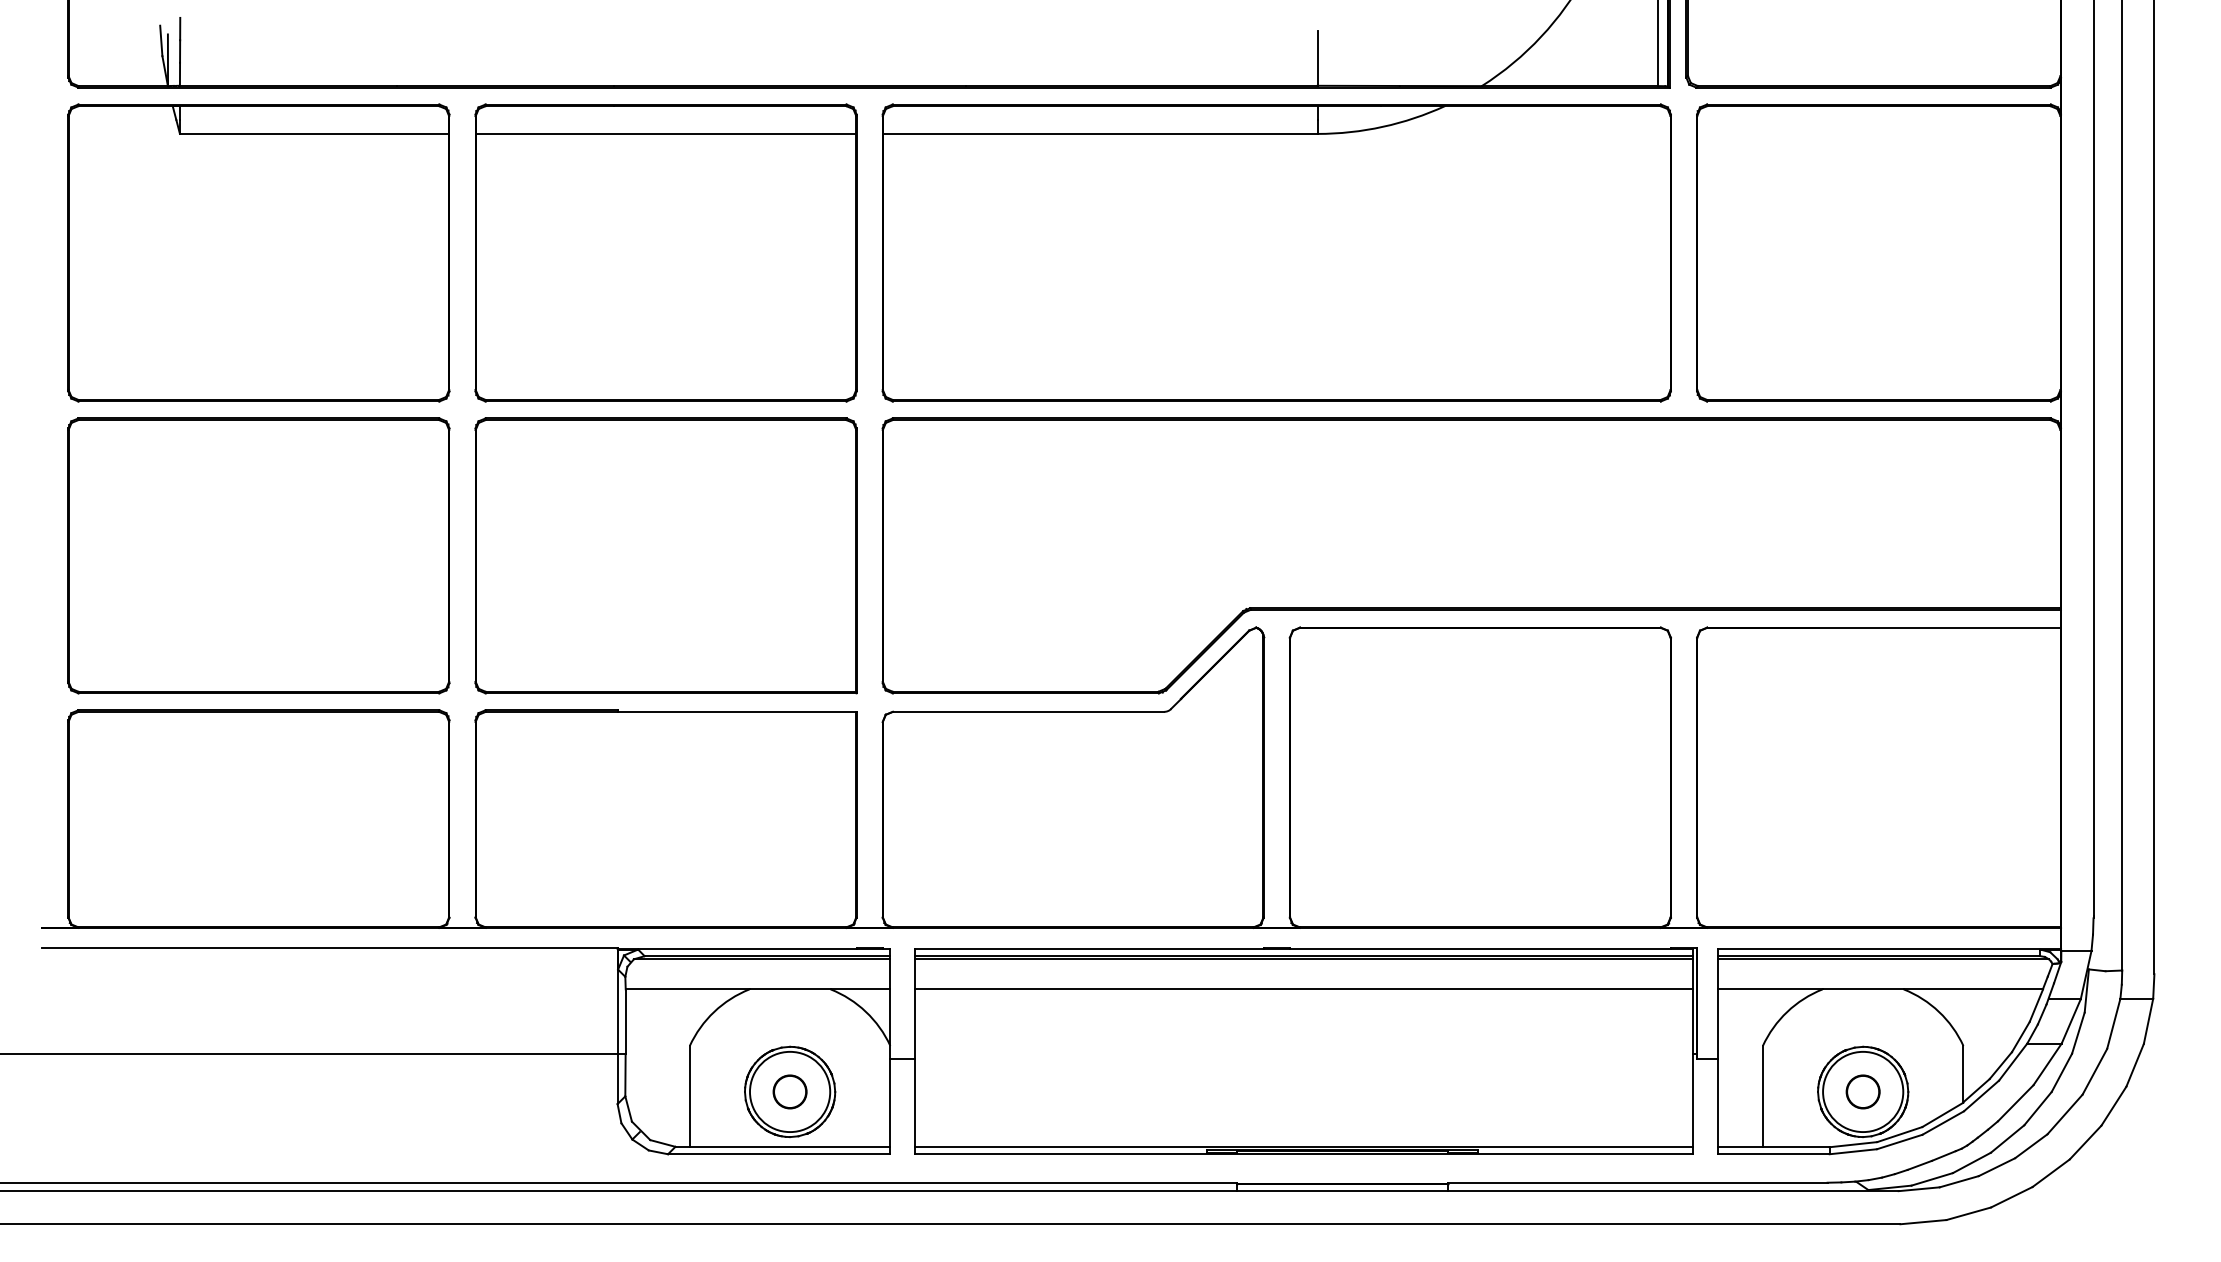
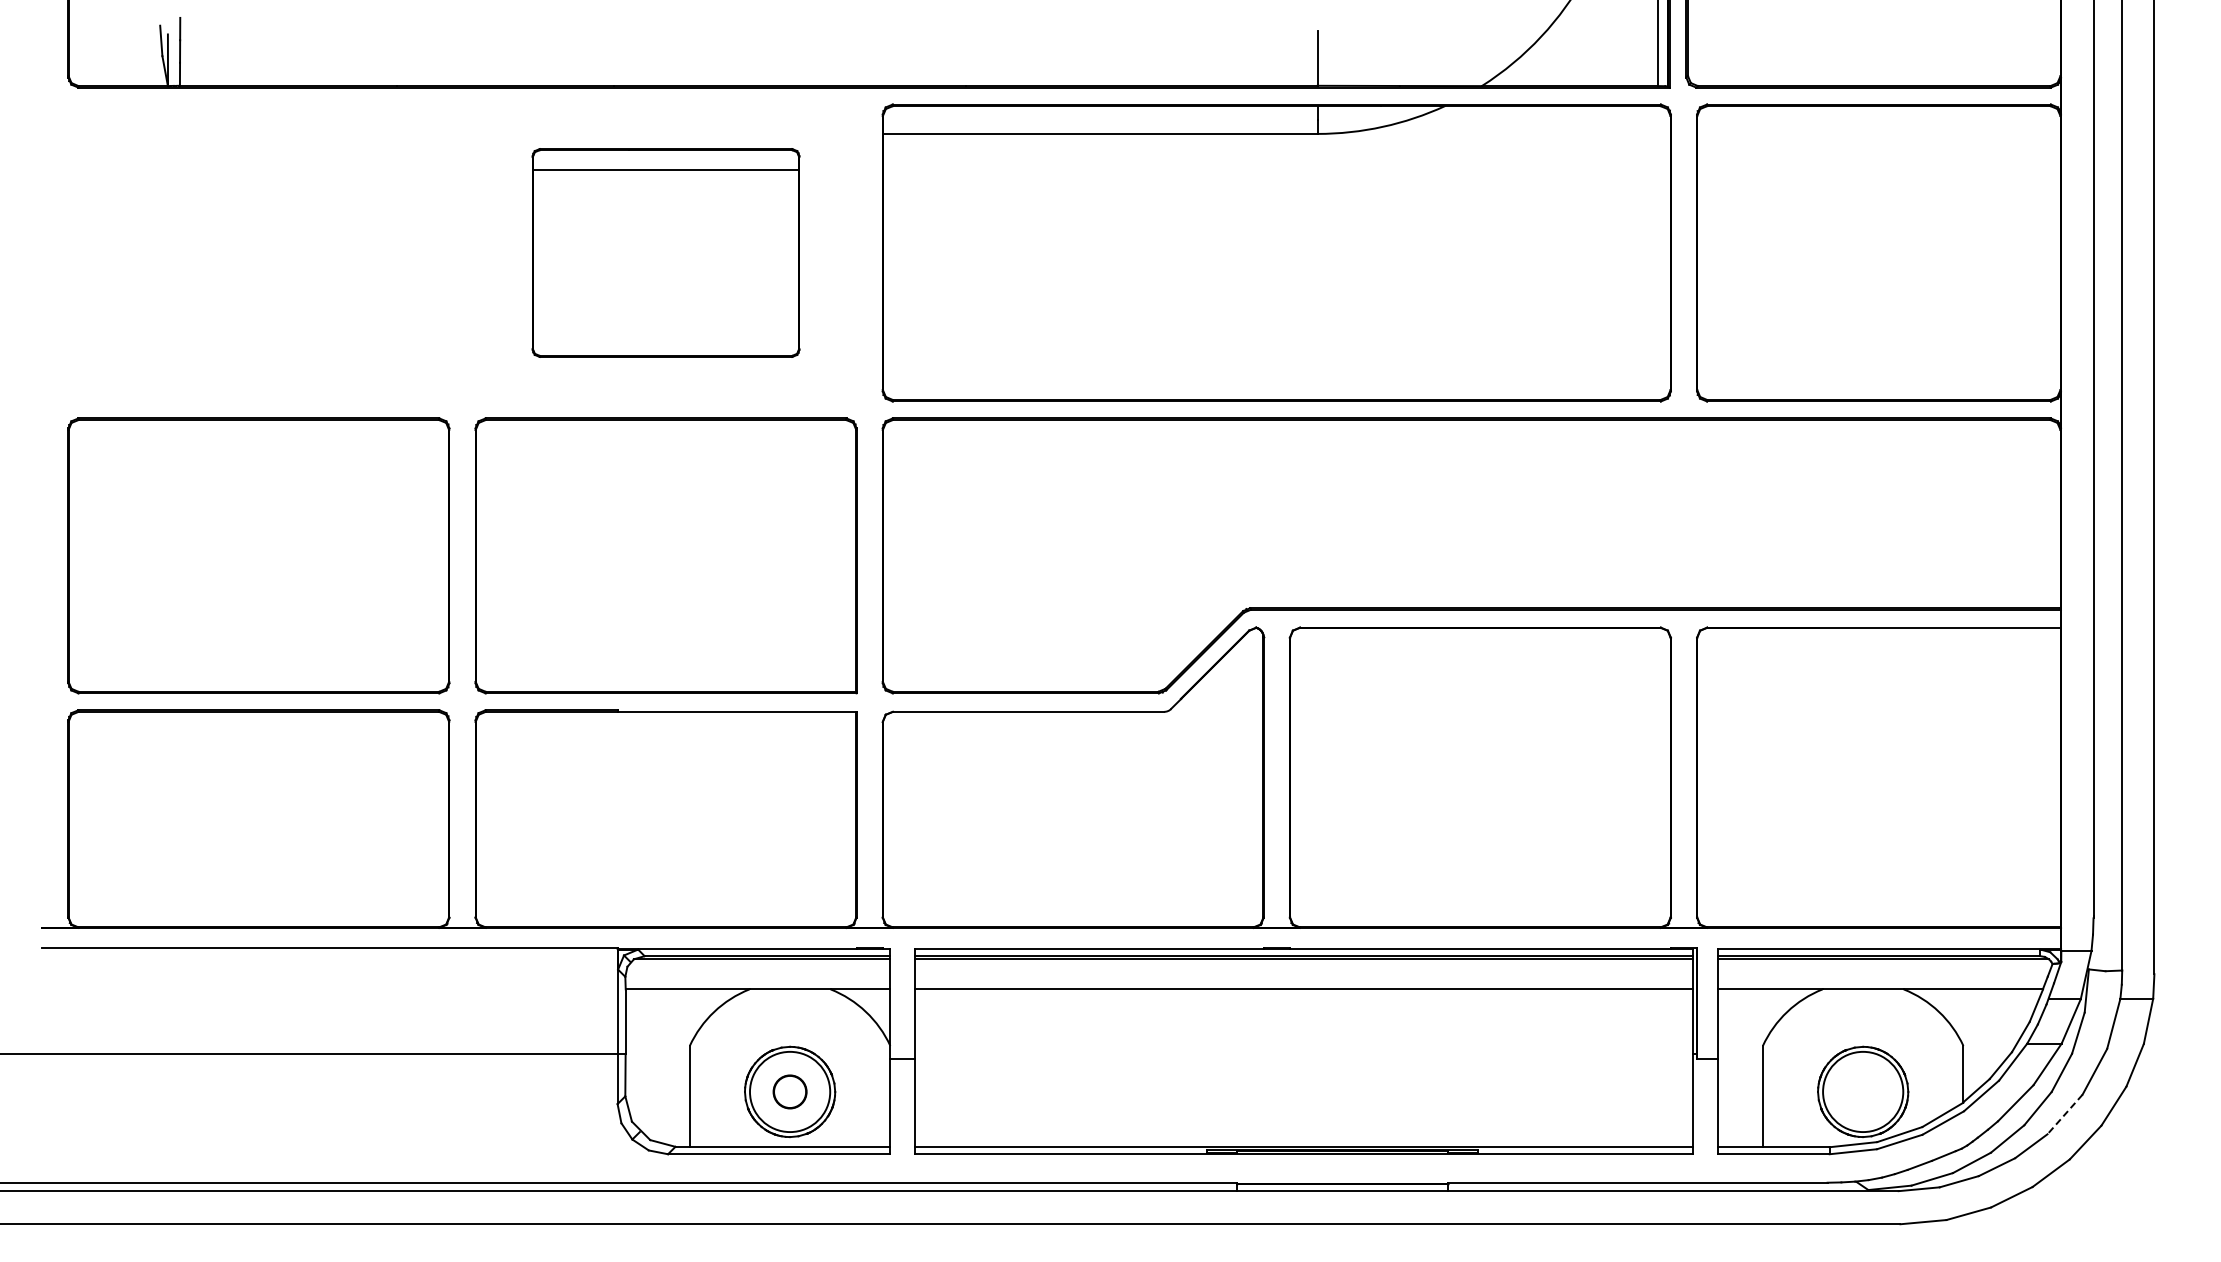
part at (258, 252): present -> none
part at (665, 252) size: 384x300 px -> 270x210 px
circle at (1862, 1091): present -> none
line at (2064, 1114): solid -> dashed
